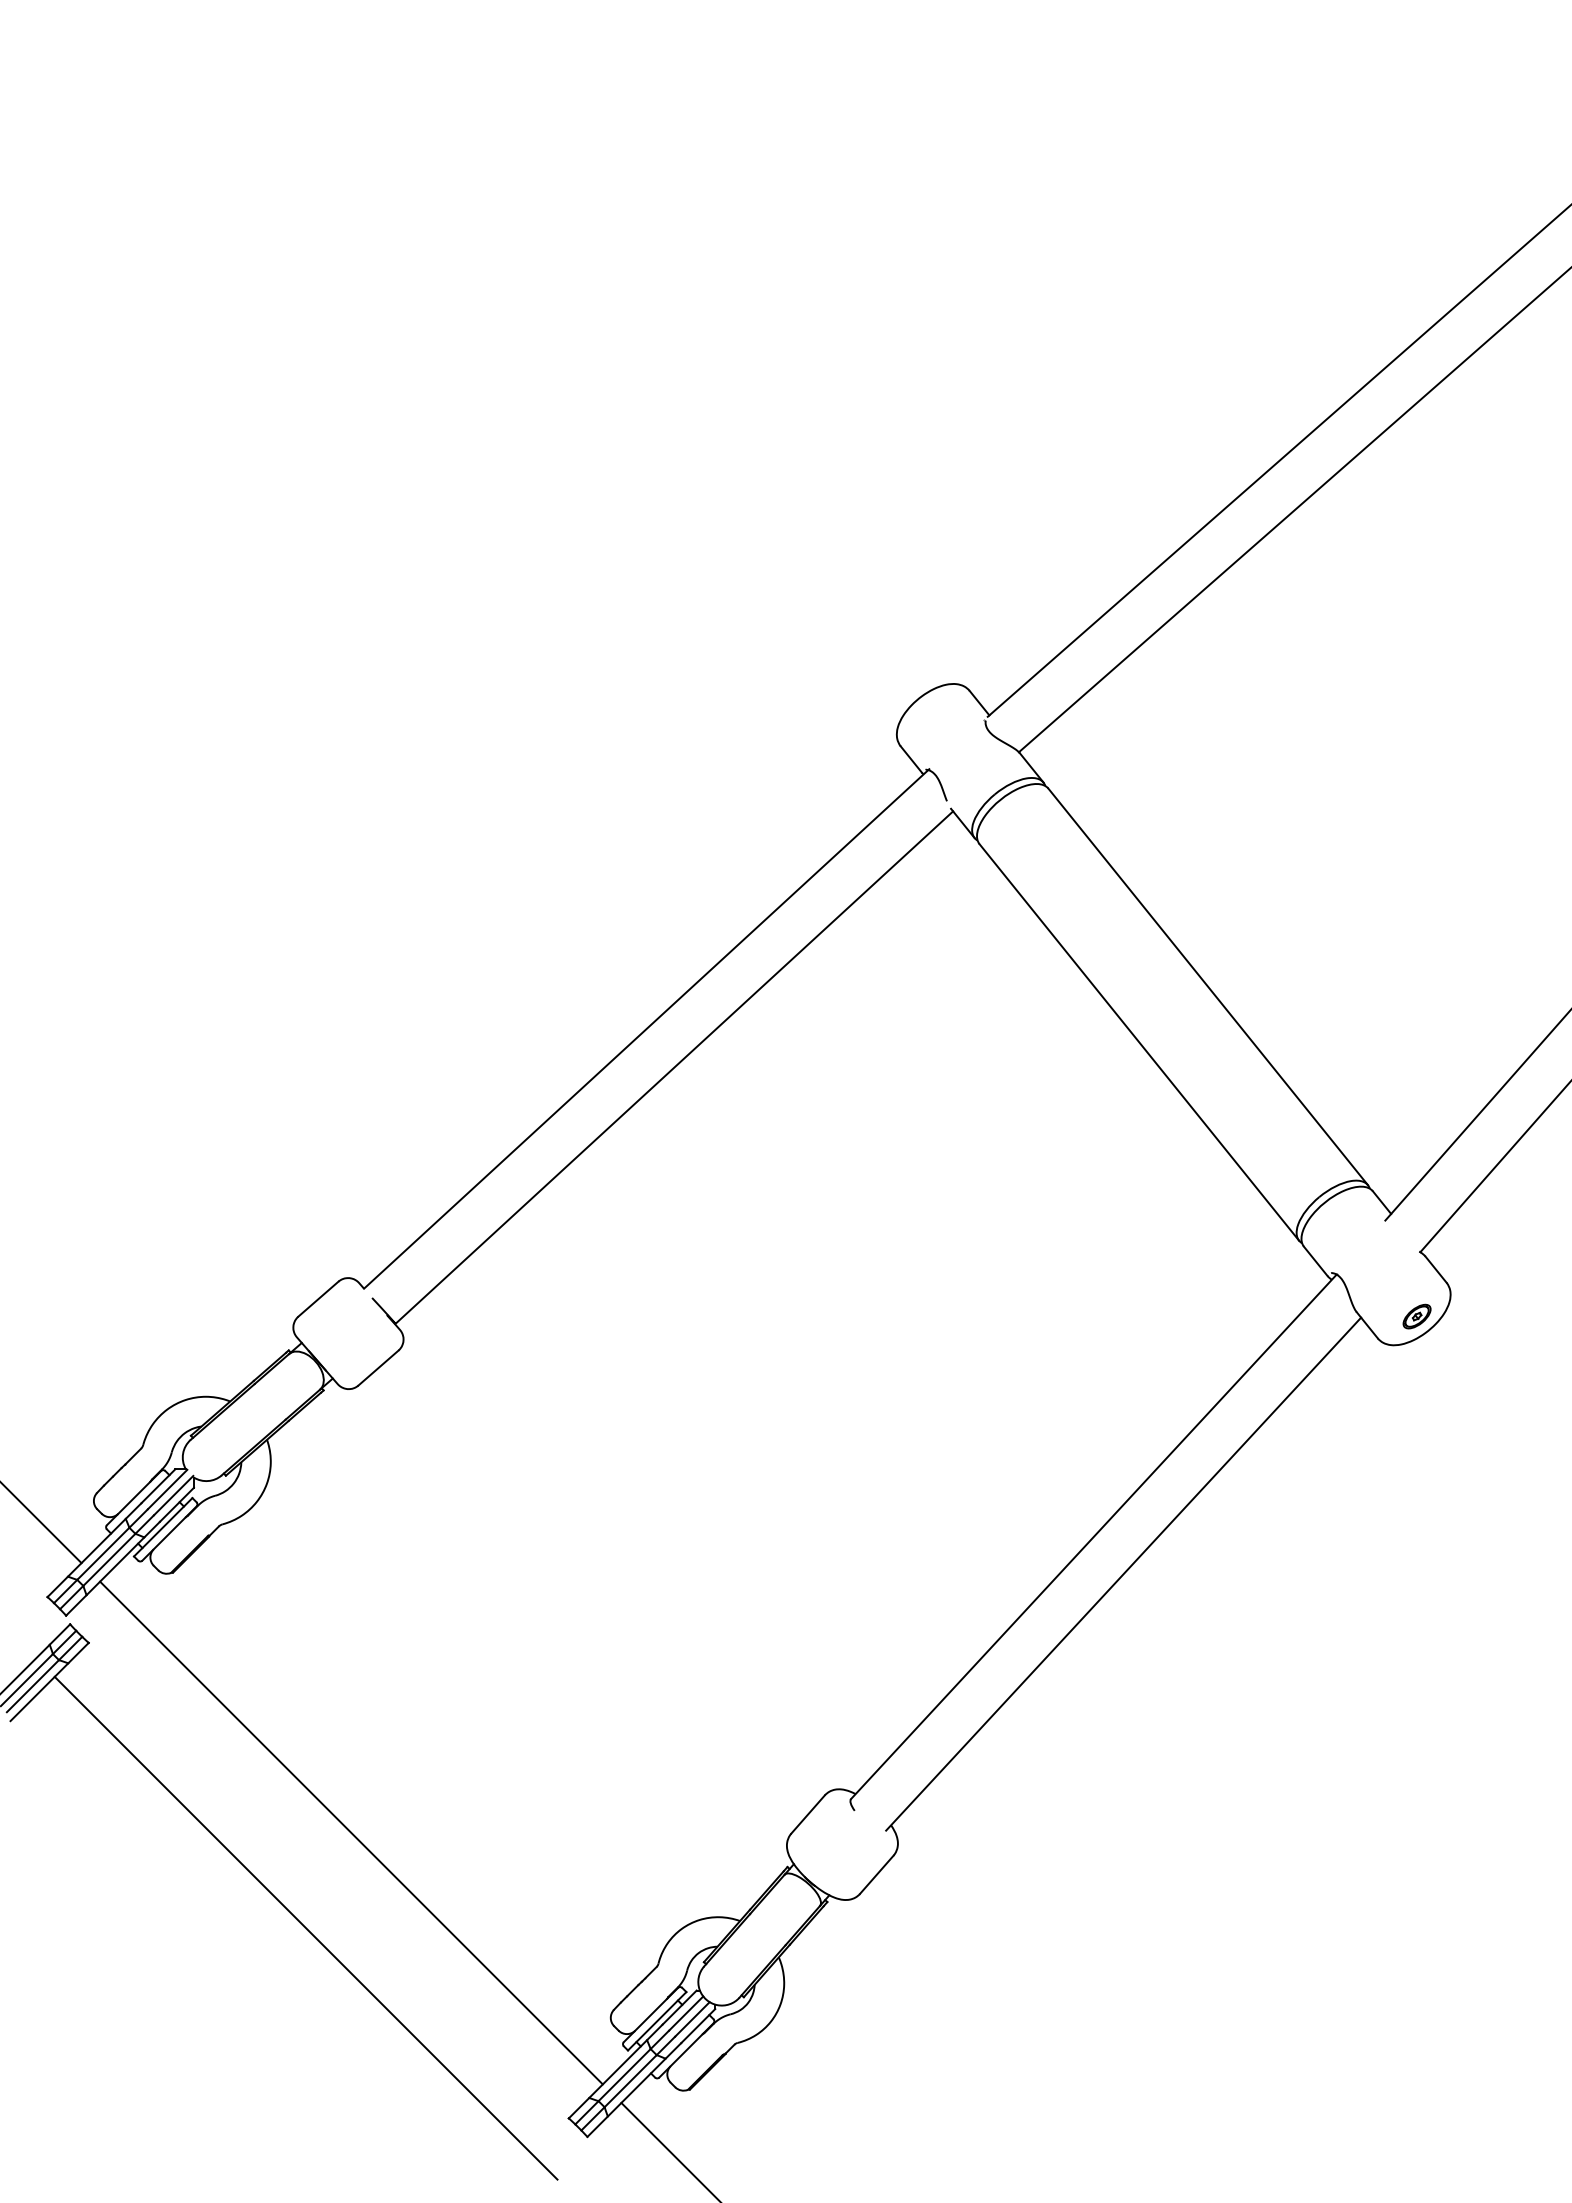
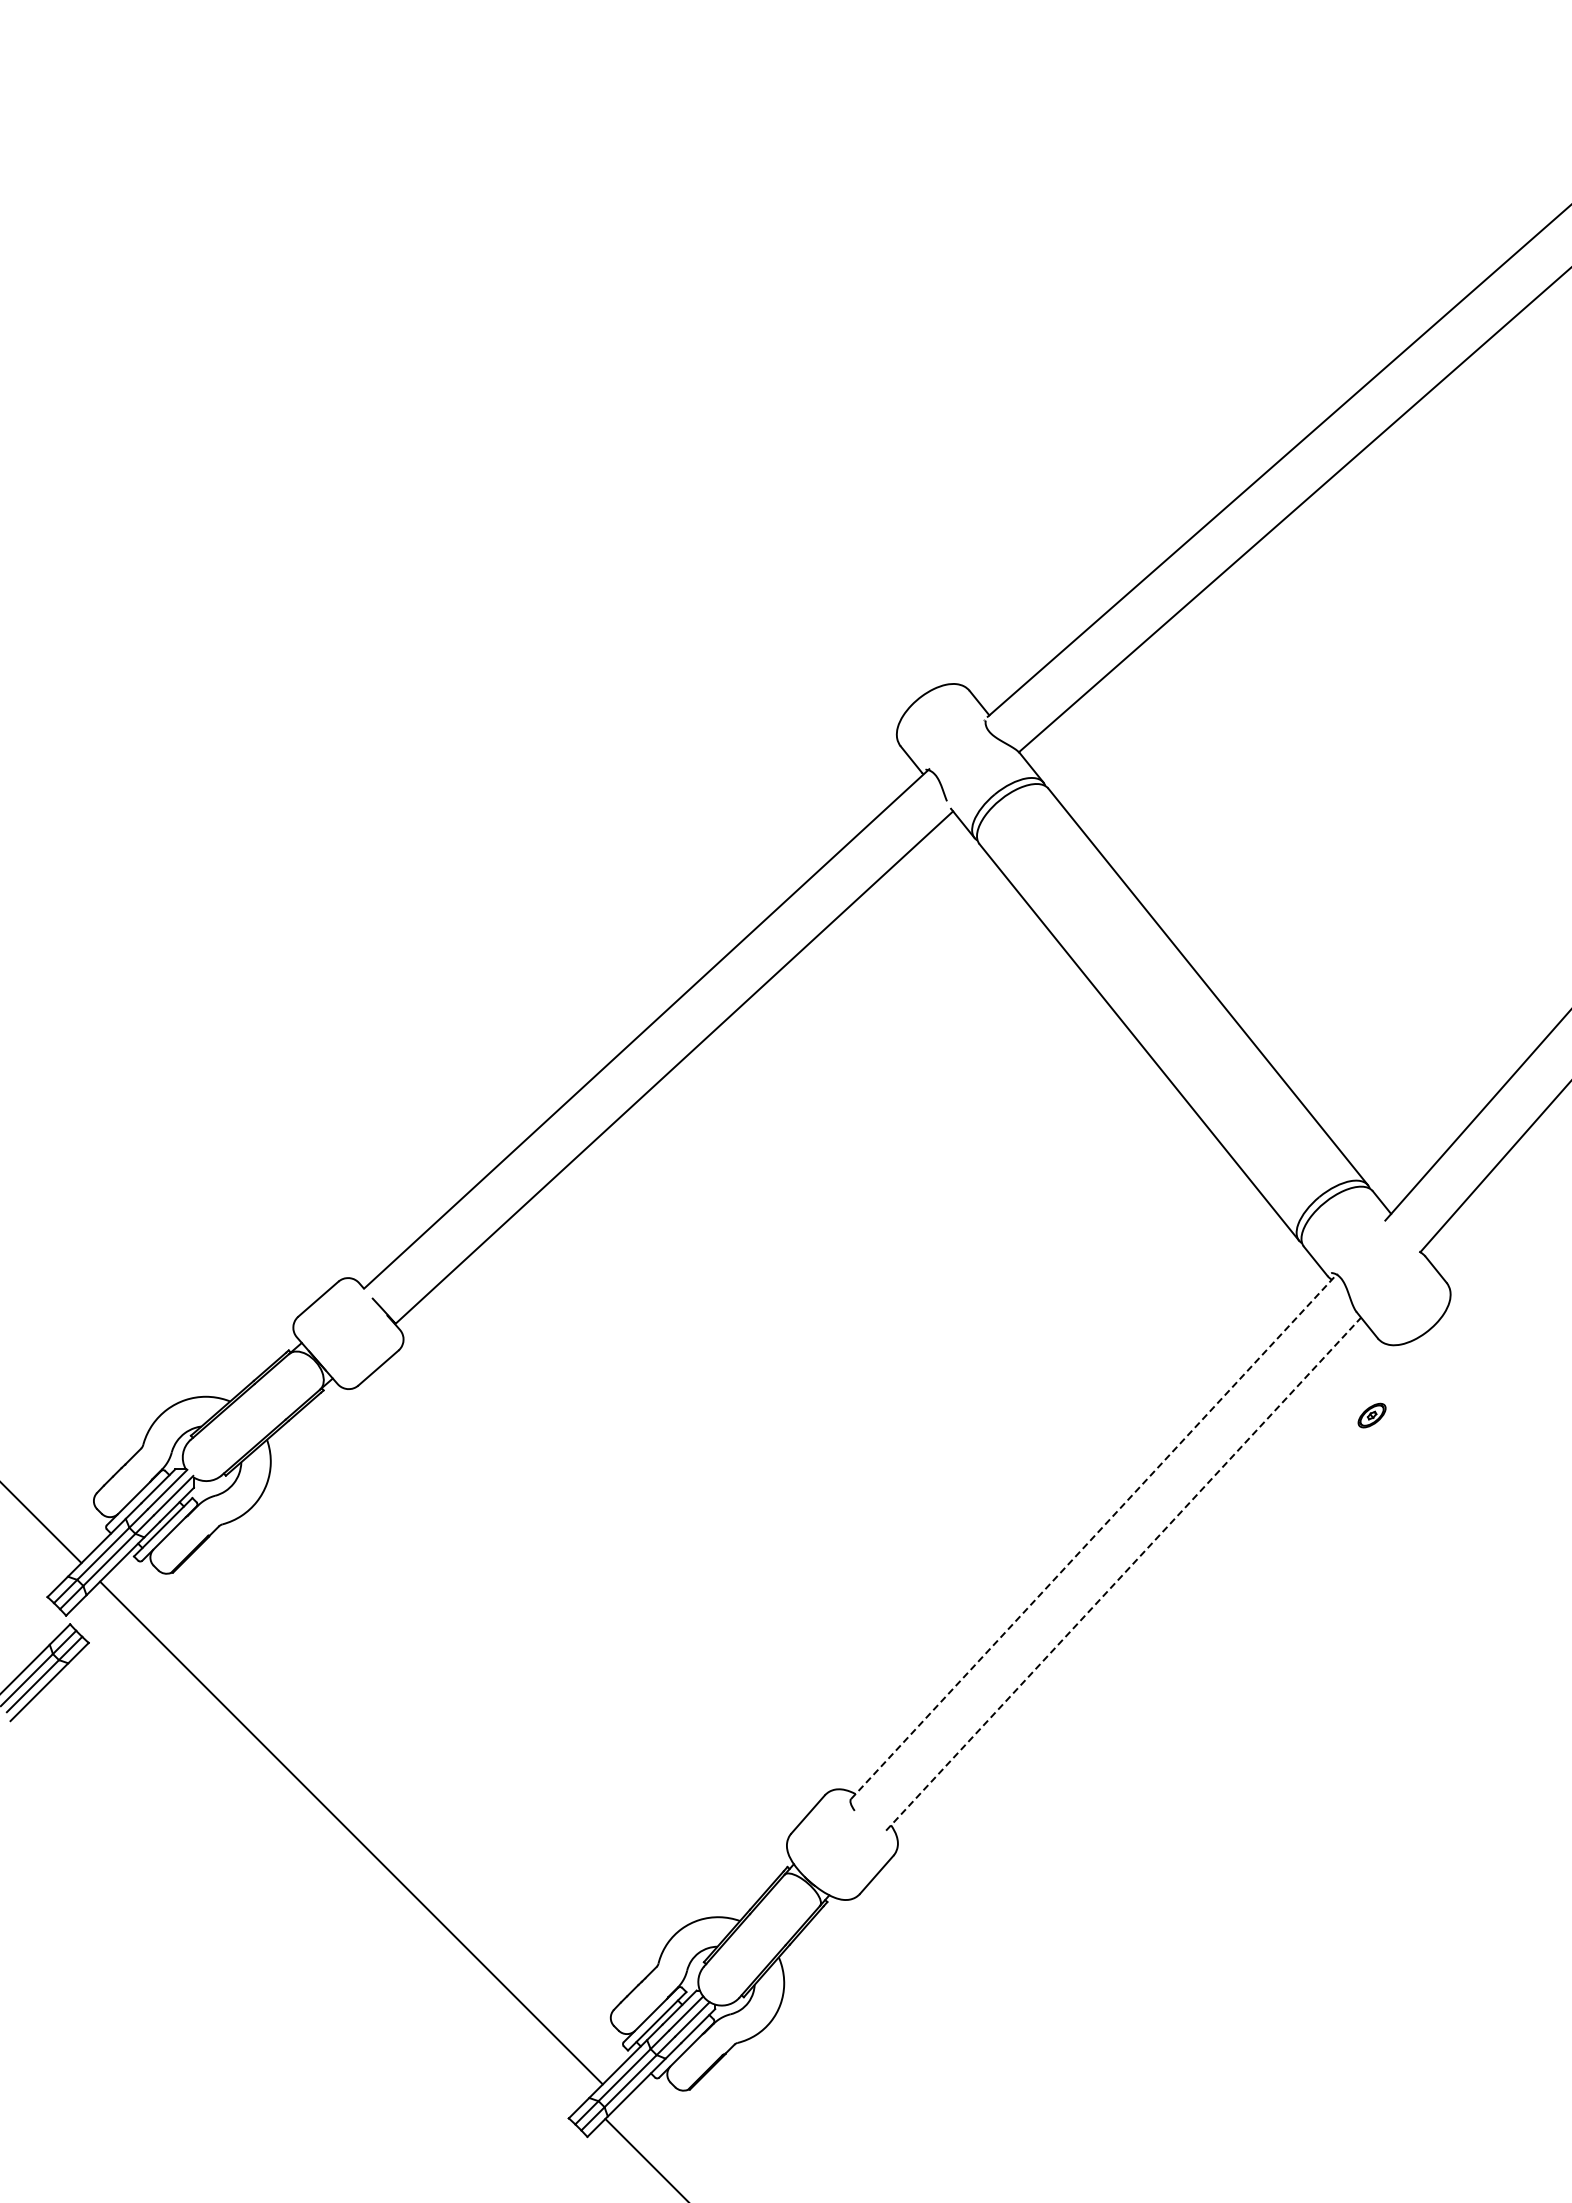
part at (1416, 1316) position: (1416, 1316) -> (1371, 1415)
line at (1094, 1536): solid -> dashed
line at (1123, 1574): solid -> dashed
line at (305, 1927): present -> none
line at (669, 2150) position: (669, 2150) -> (645, 2158)
